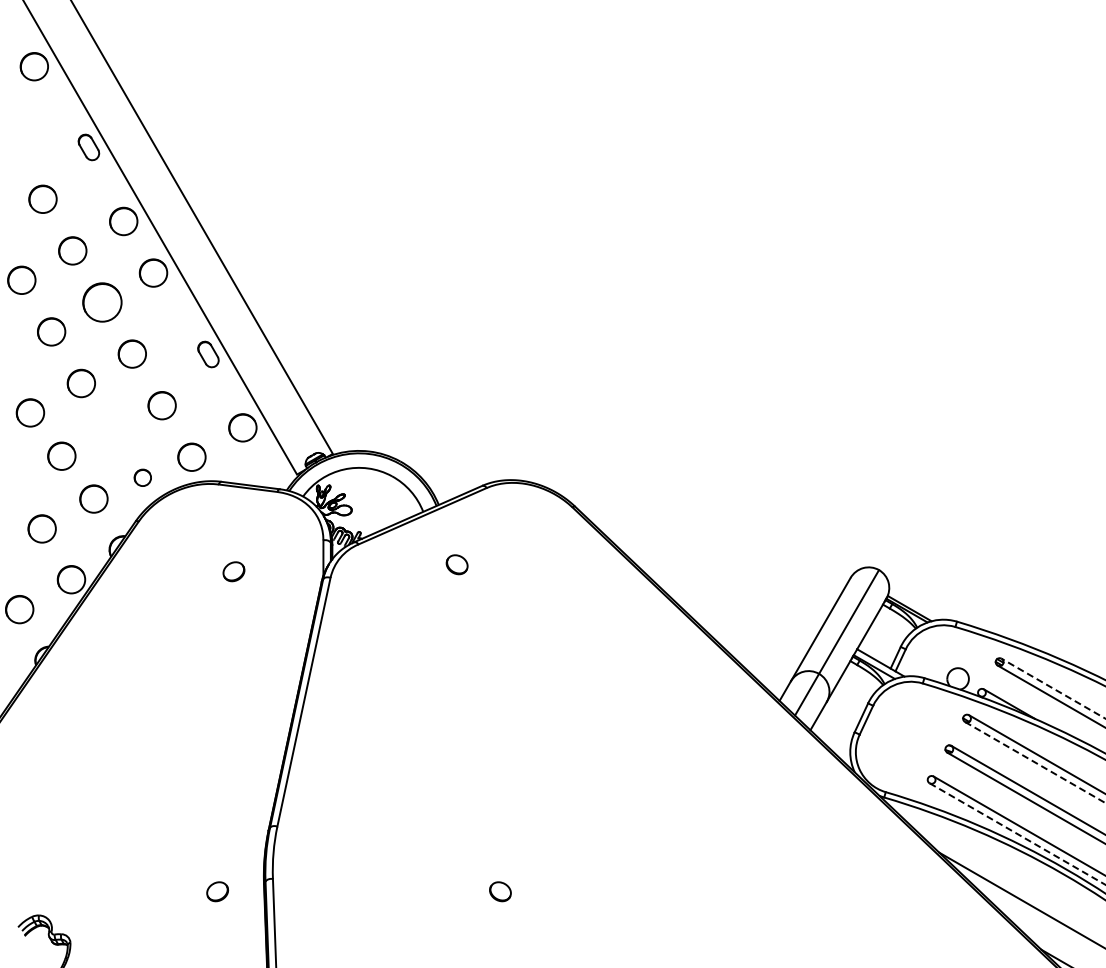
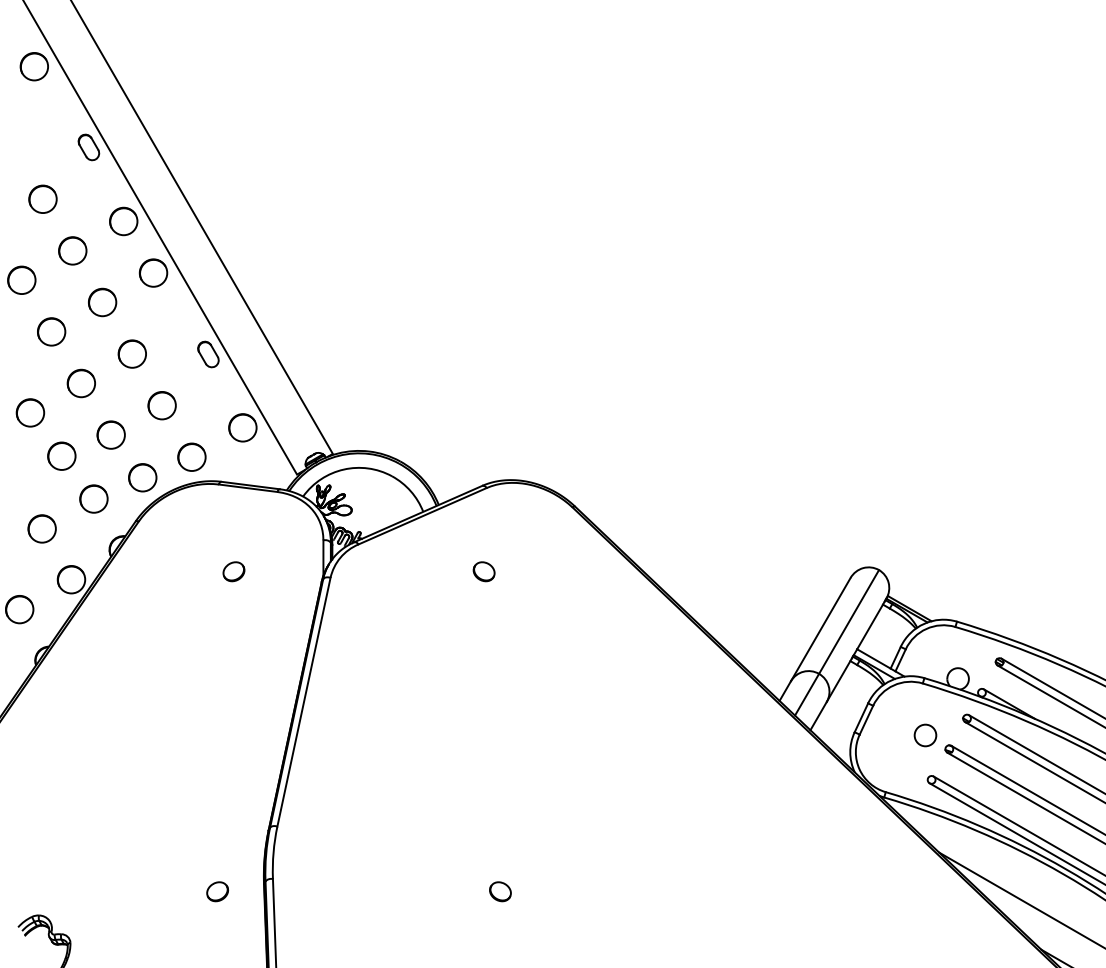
part at (102, 302) size: 41x41 px -> 30x31 px
circle at (110, 434): none -> present
circle at (142, 477) size: 19x19 px -> 30x30 px
part at (456, 564) position: (456, 564) -> (483, 571)
line at (1053, 688): dashed -> solid
circle at (925, 735): none -> present
line at (1035, 762): dashed -> solid
line at (1017, 834): dashed -> solid
